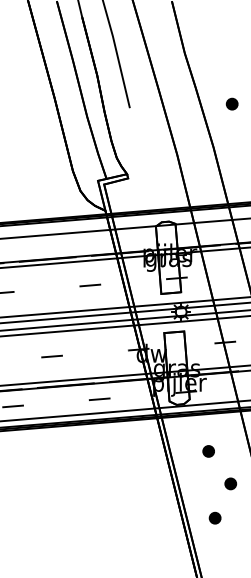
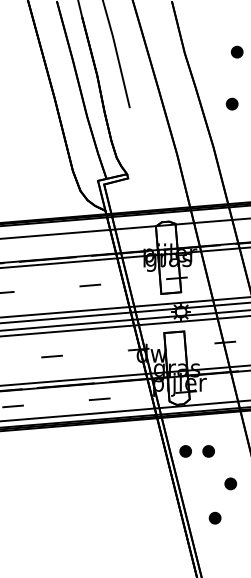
part at (236, 51): none -> present
part at (185, 451): none -> present
